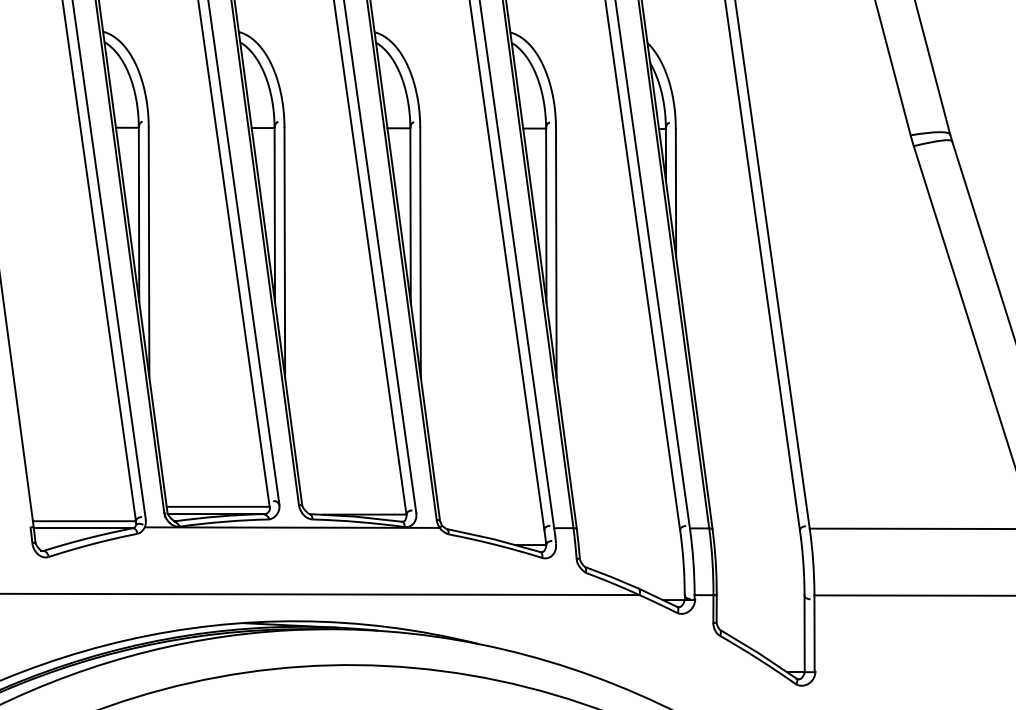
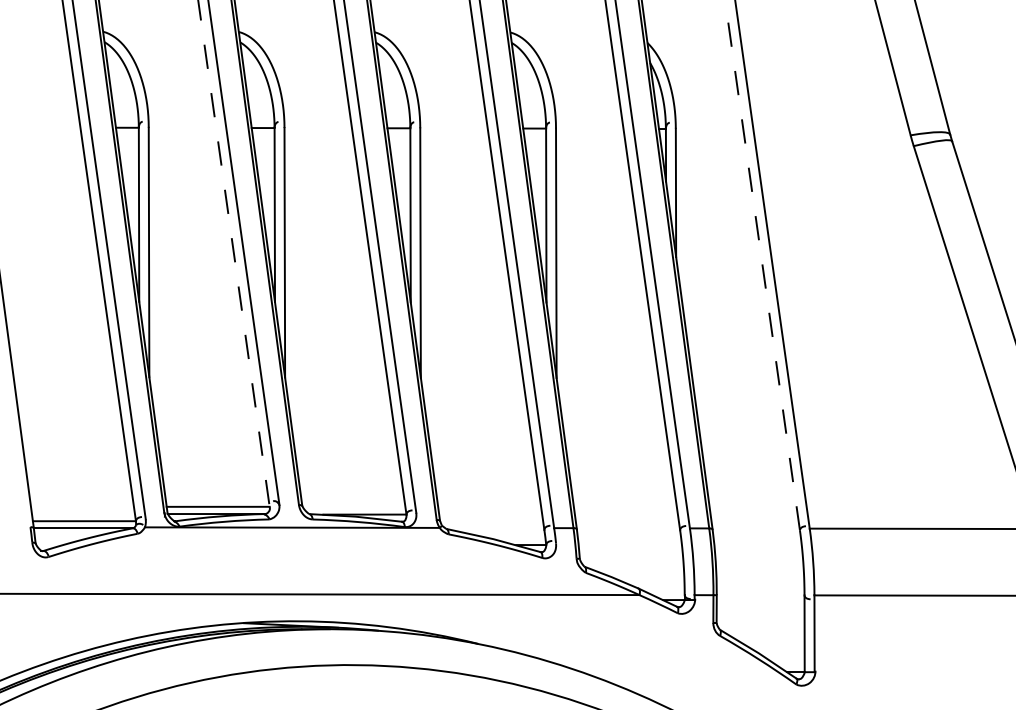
line at (233, 253): solid -> dashed
line at (762, 265): solid -> dashed
